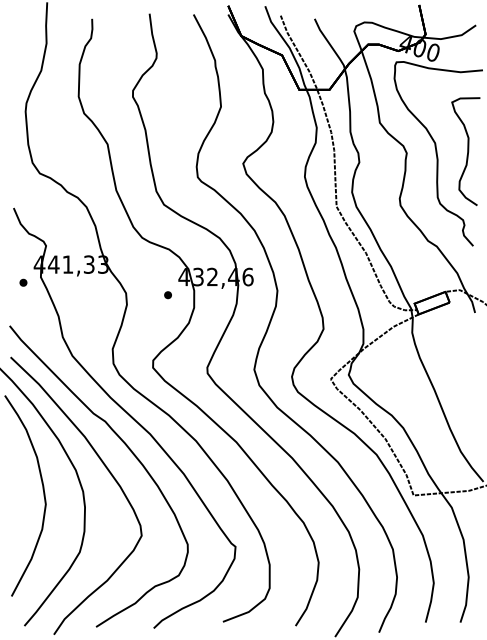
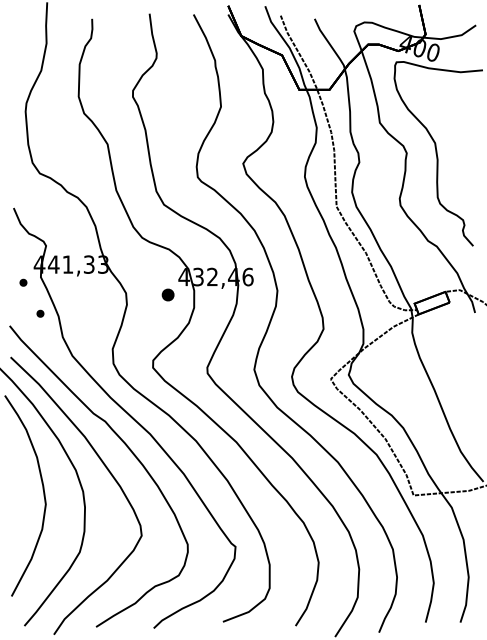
curve at (467, 151): present -> none
part at (167, 295) size: 8x9 px -> 14x14 px
part at (40, 313): none -> present
